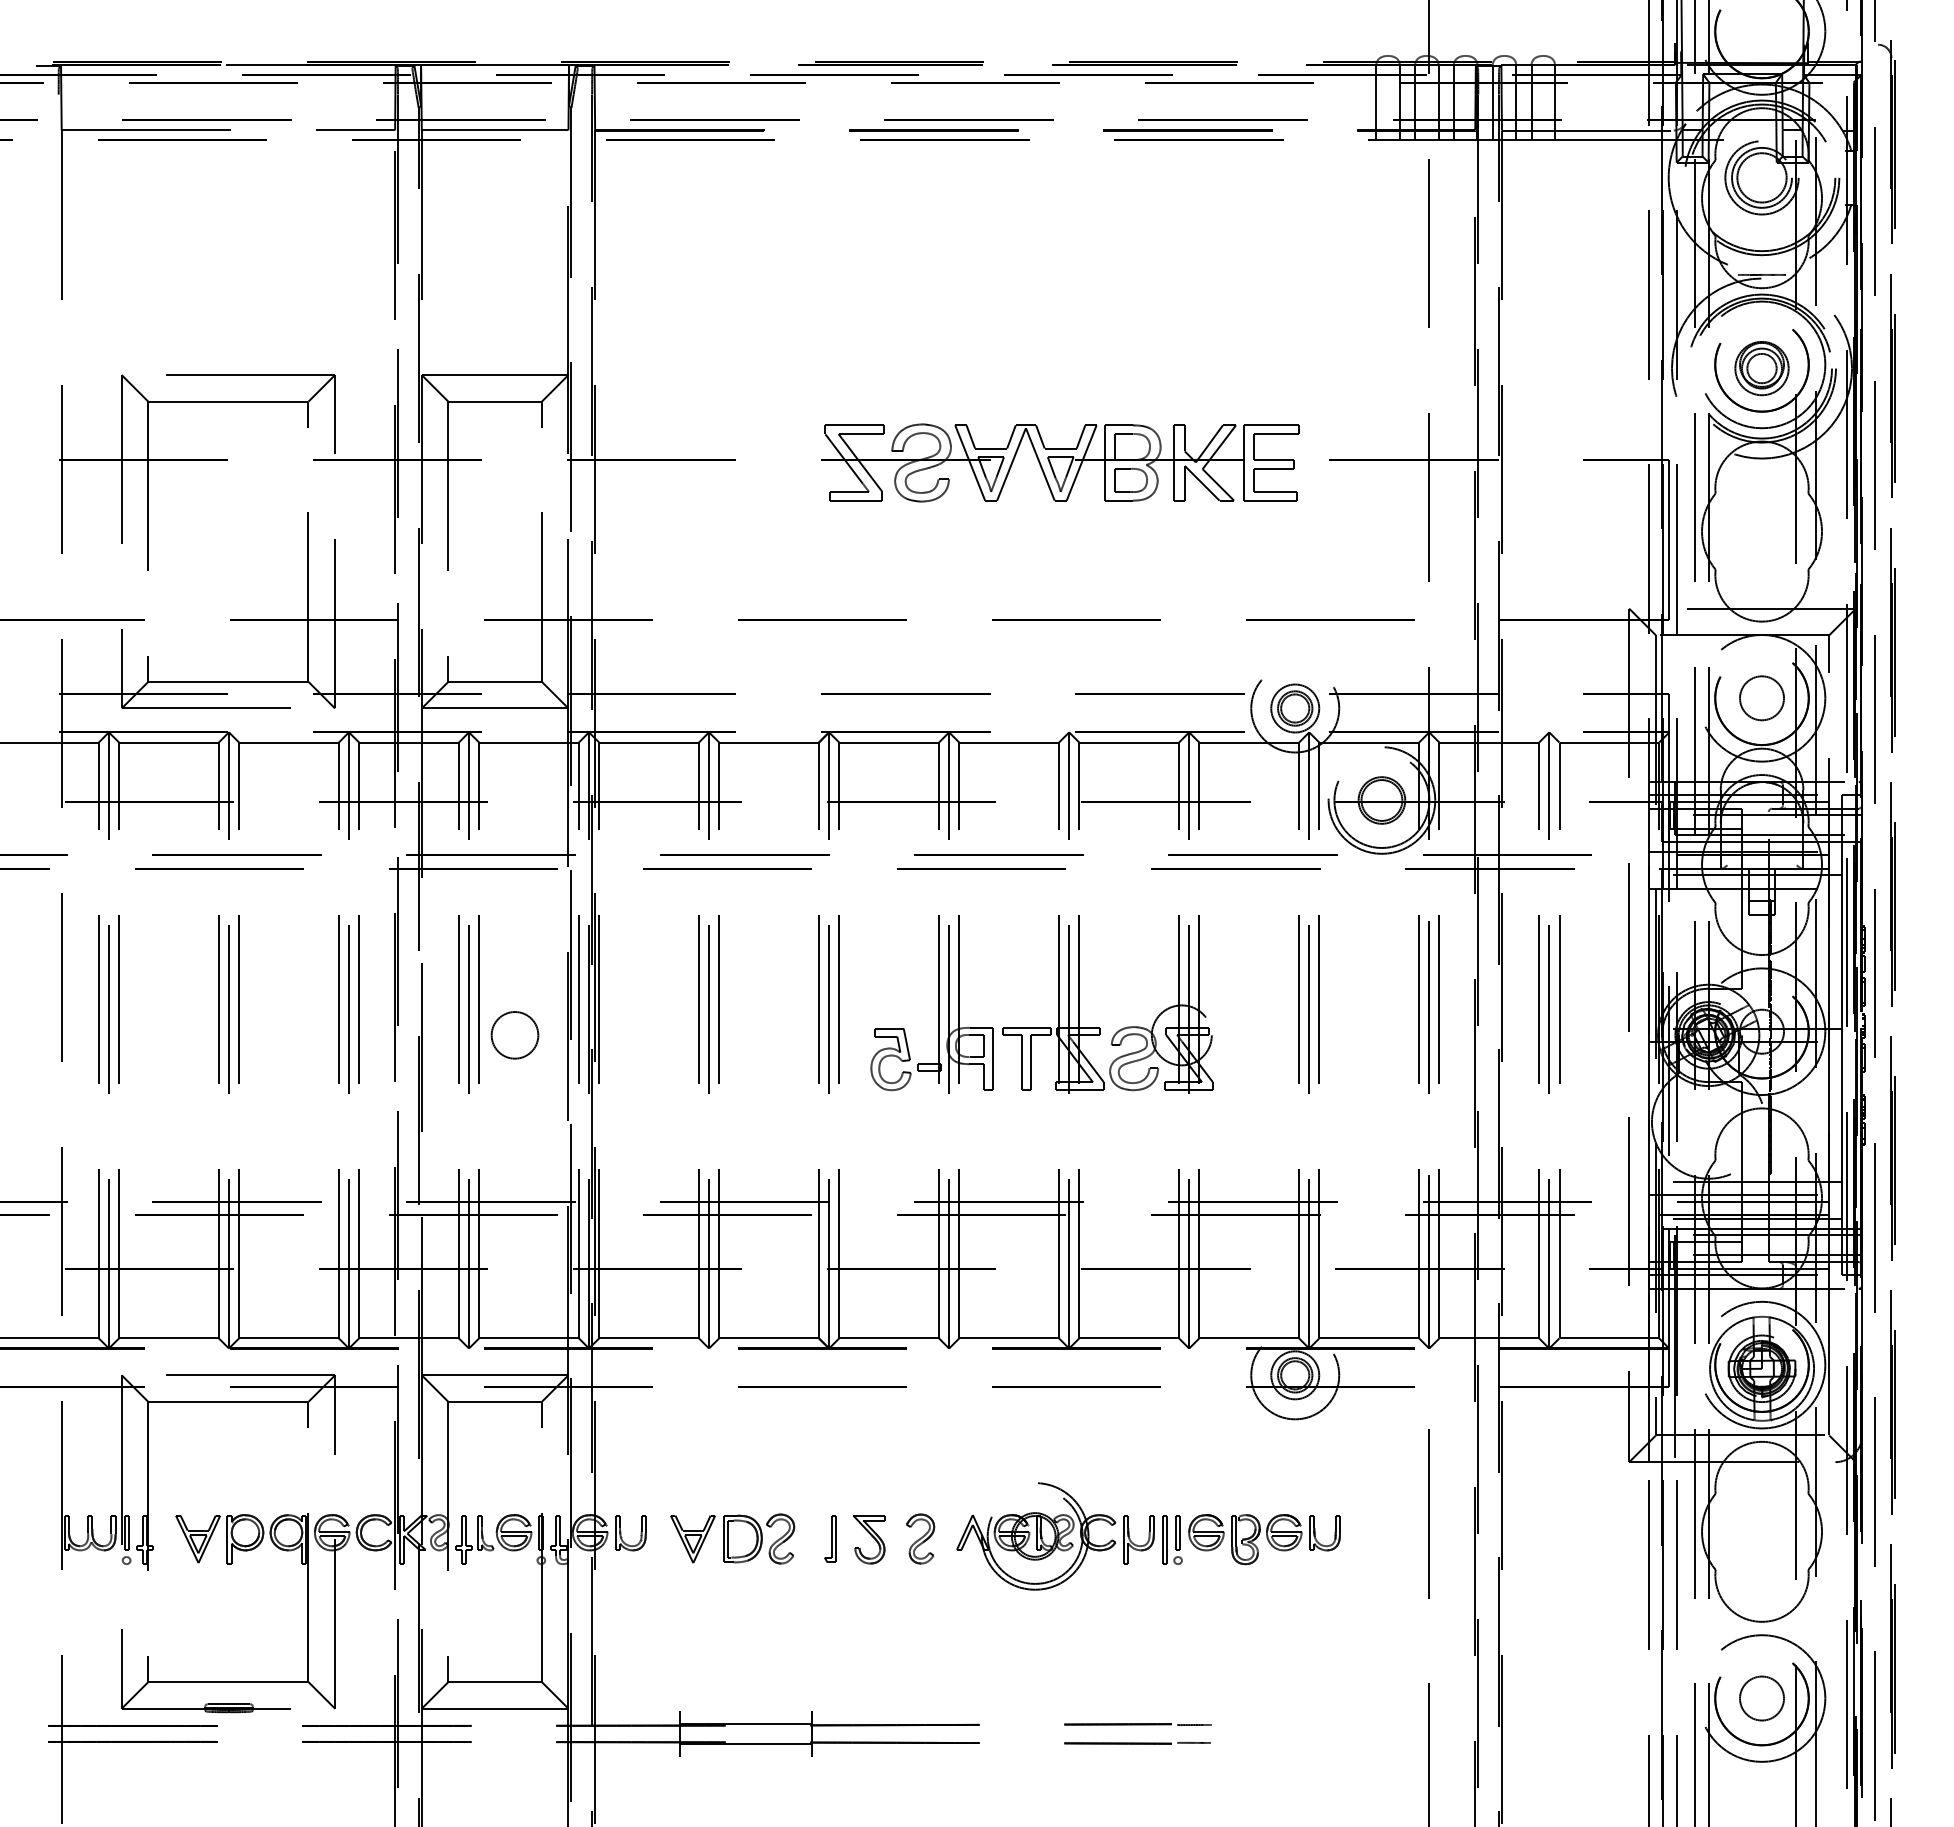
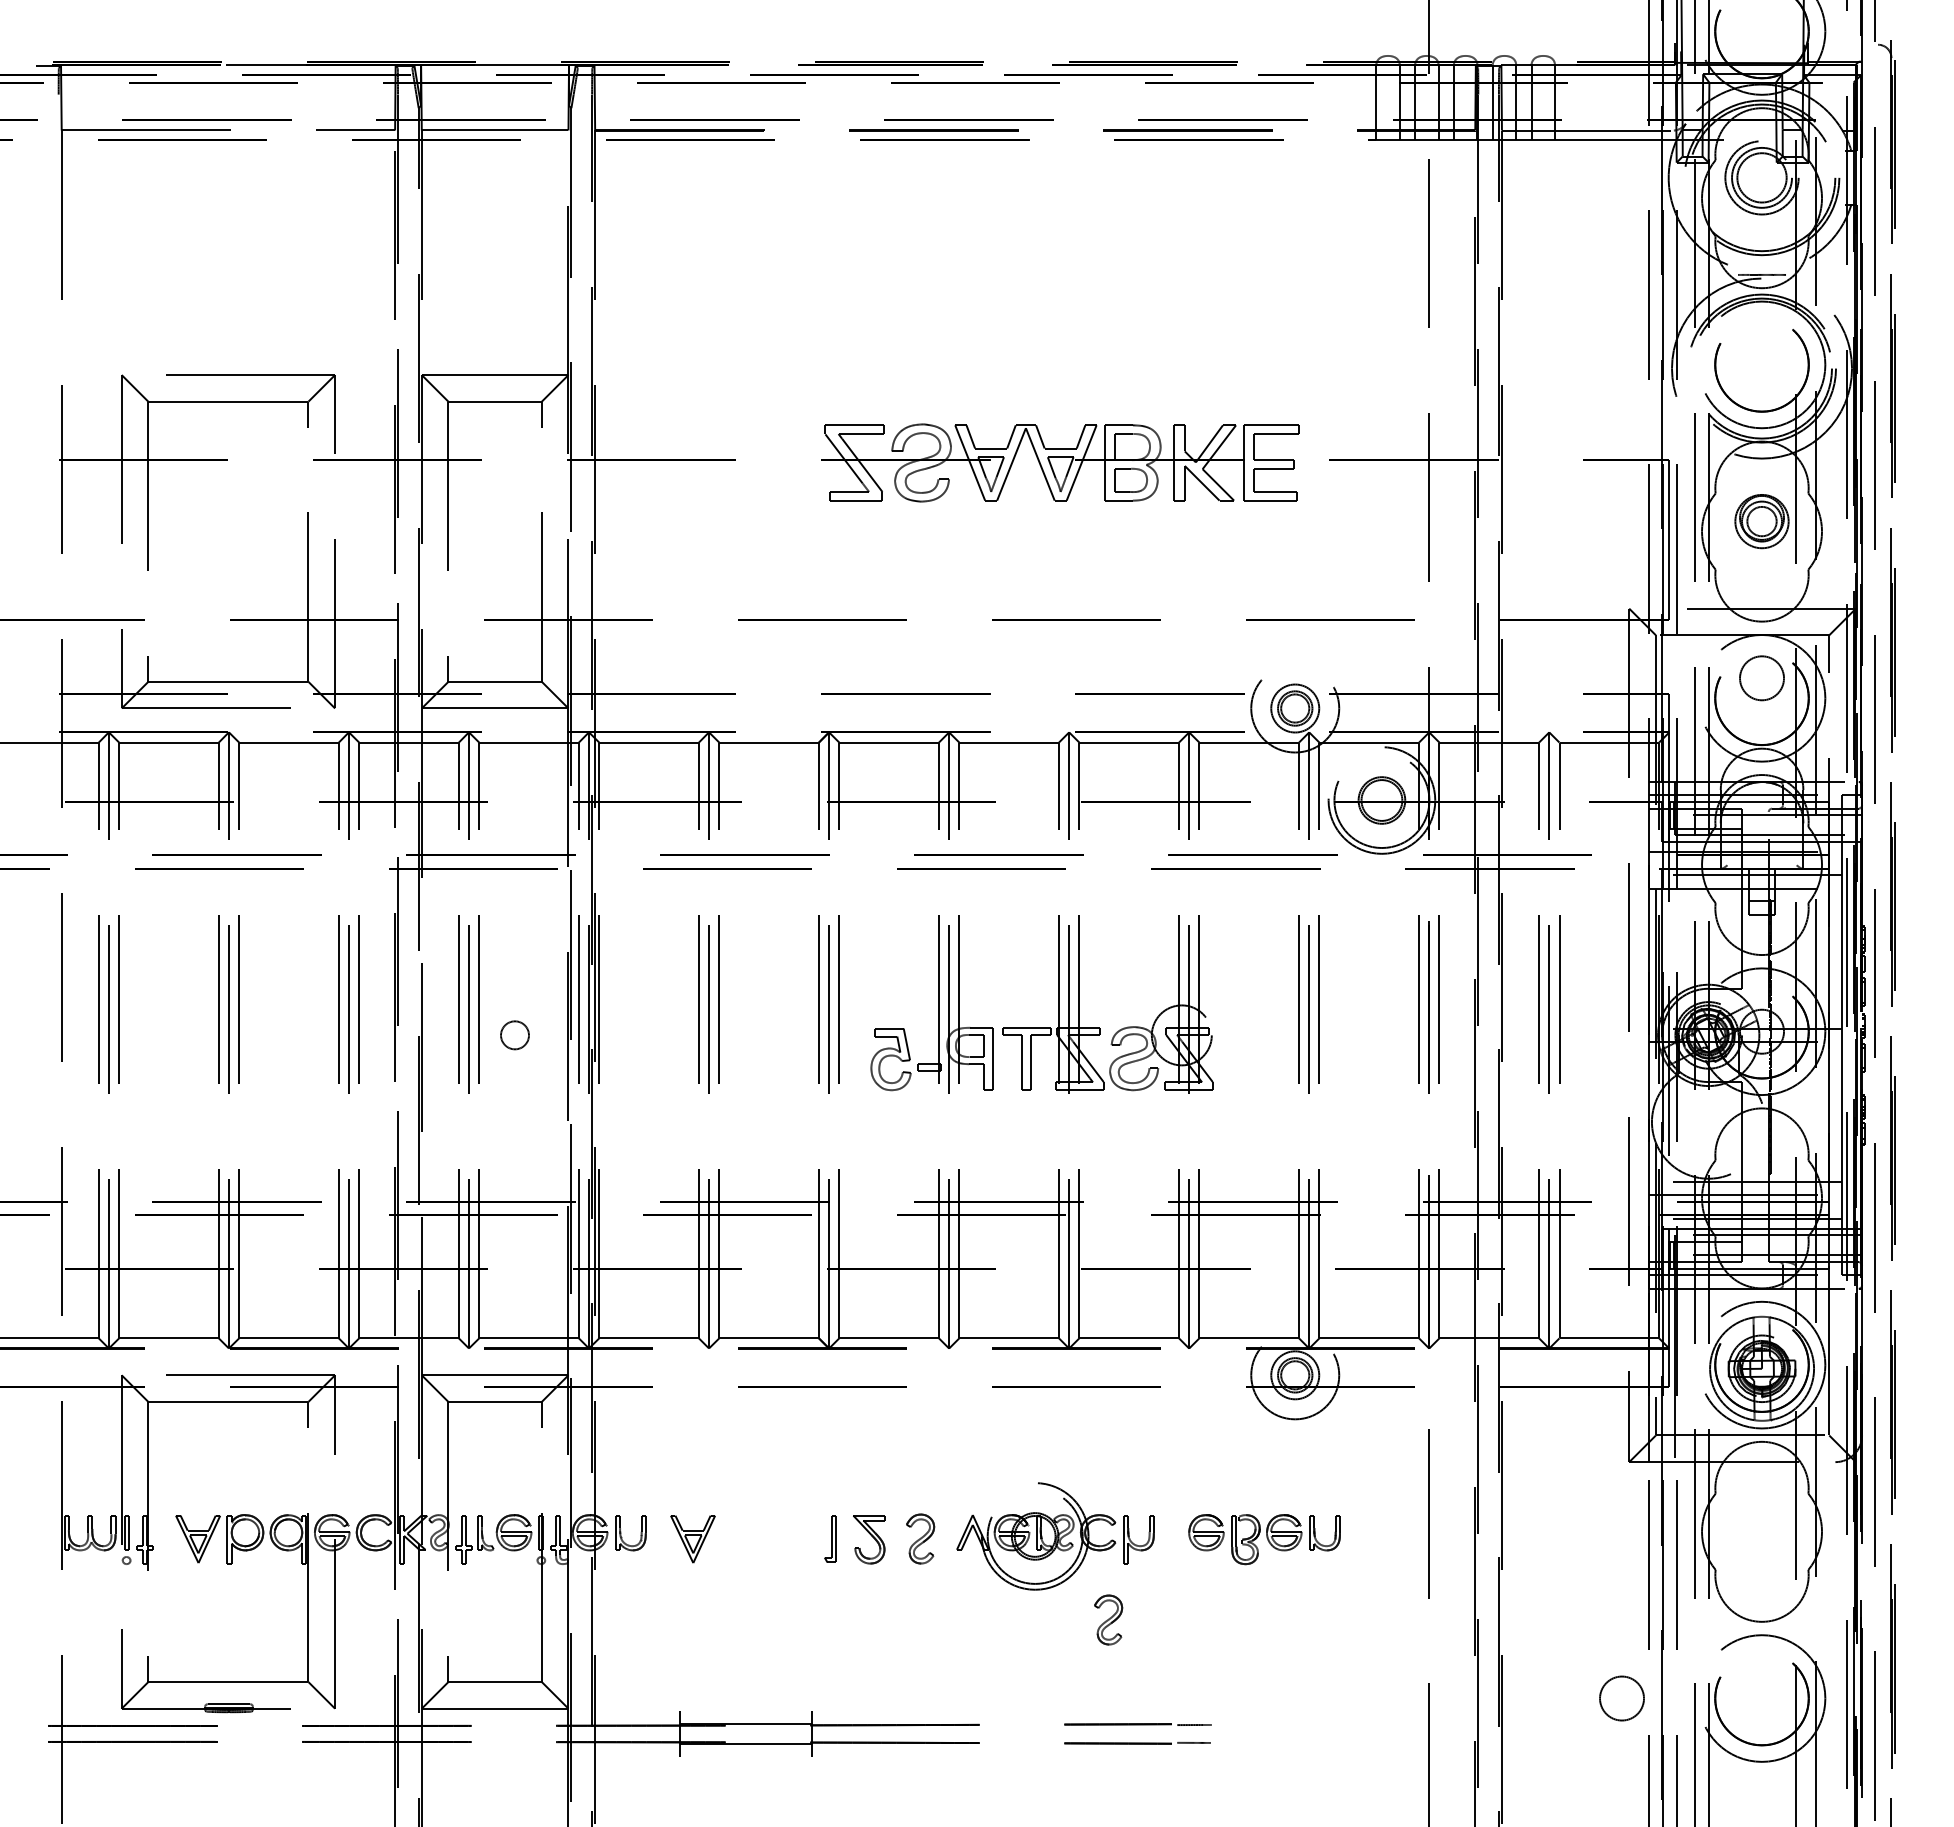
part at (1761, 368) position: (1761, 368) -> (1761, 521)
circle at (1761, 698) position: (1761, 698) -> (1761, 678)
circle at (514, 1035) diameter: 47 px -> 28 px
part at (759, 1538): present -> none
part at (1172, 1539): present -> none
part at (1108, 1619): none -> present
circle at (1761, 1698) position: (1761, 1698) -> (1621, 1698)
